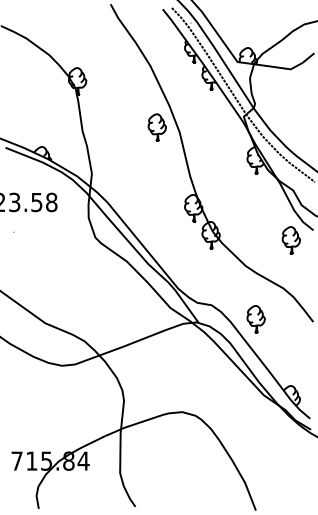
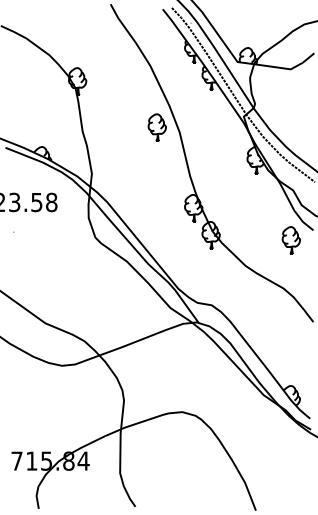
part at (255, 319): present -> none
